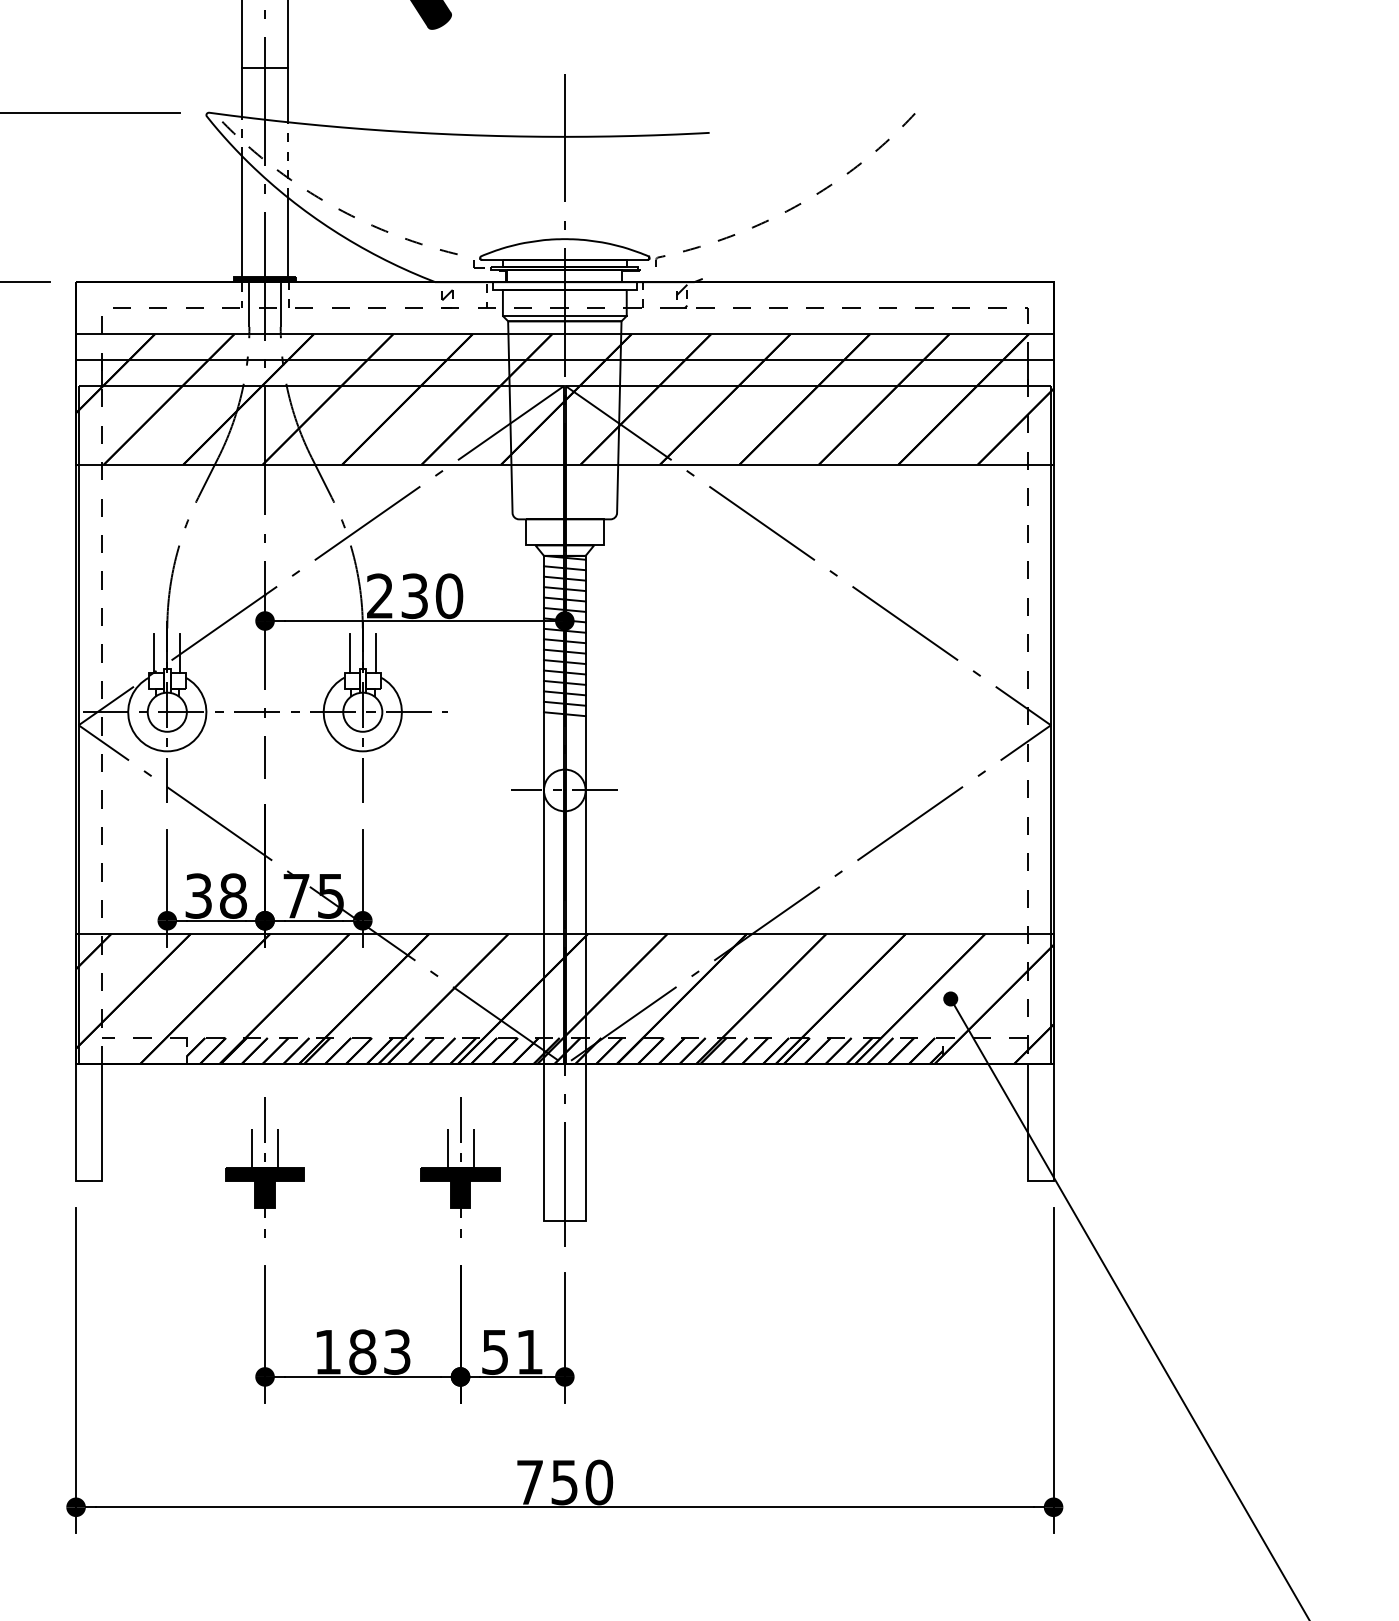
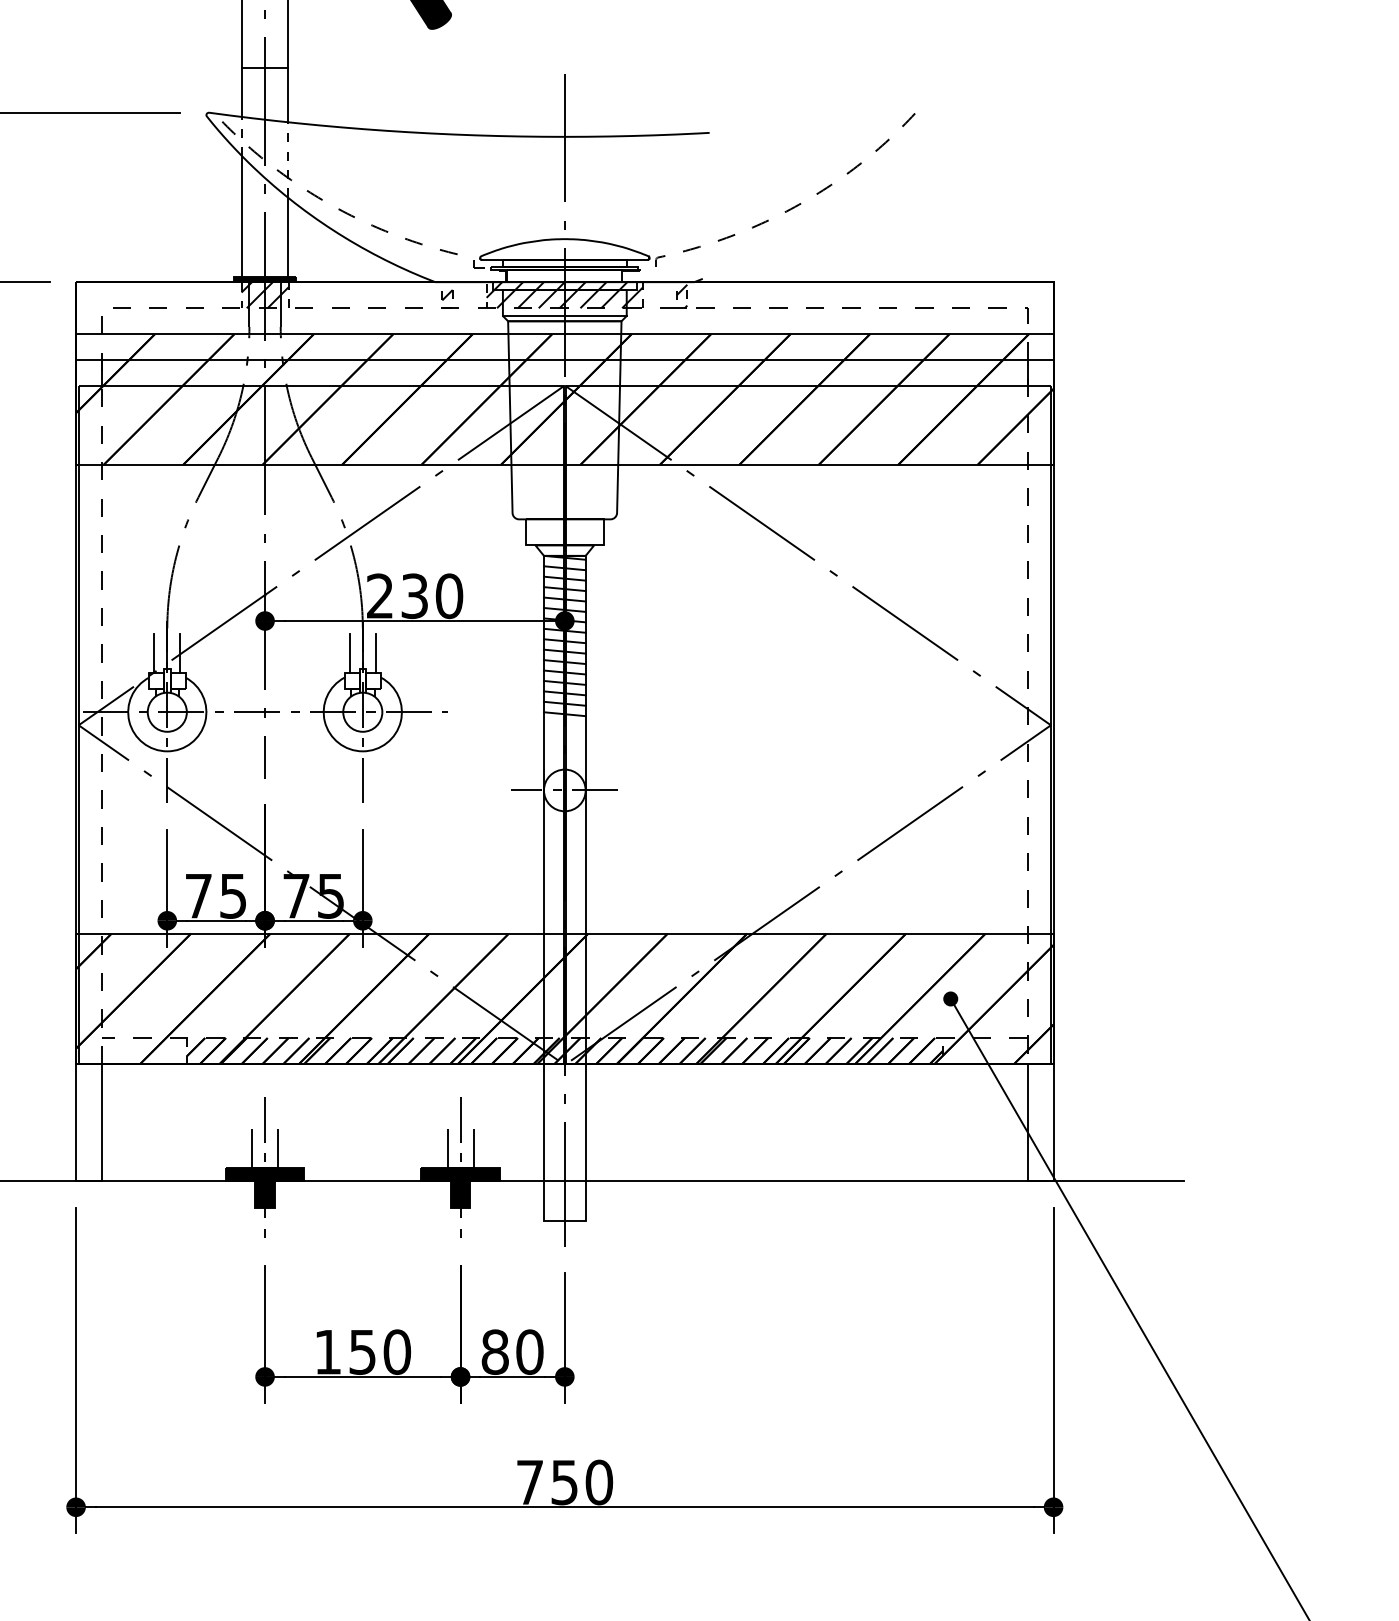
hatch at (264, 295): none -> present
hatch at (564, 295): none -> present
text at (215, 895): 38 -> 75
line at (592, 1181): none -> present
text at (380, 1351): 183 -> 150
text at (512, 1351): 51 -> 80
